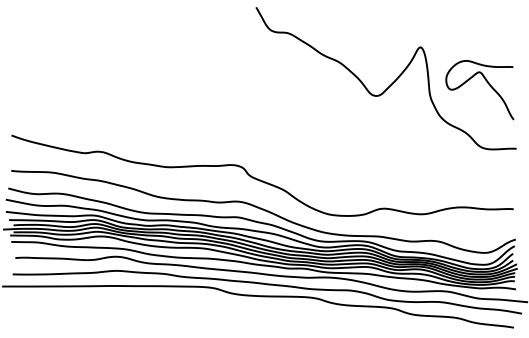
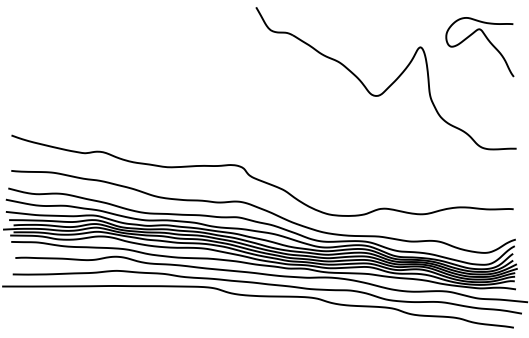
curve at (486, 82) position: (486, 82) -> (486, 39)
